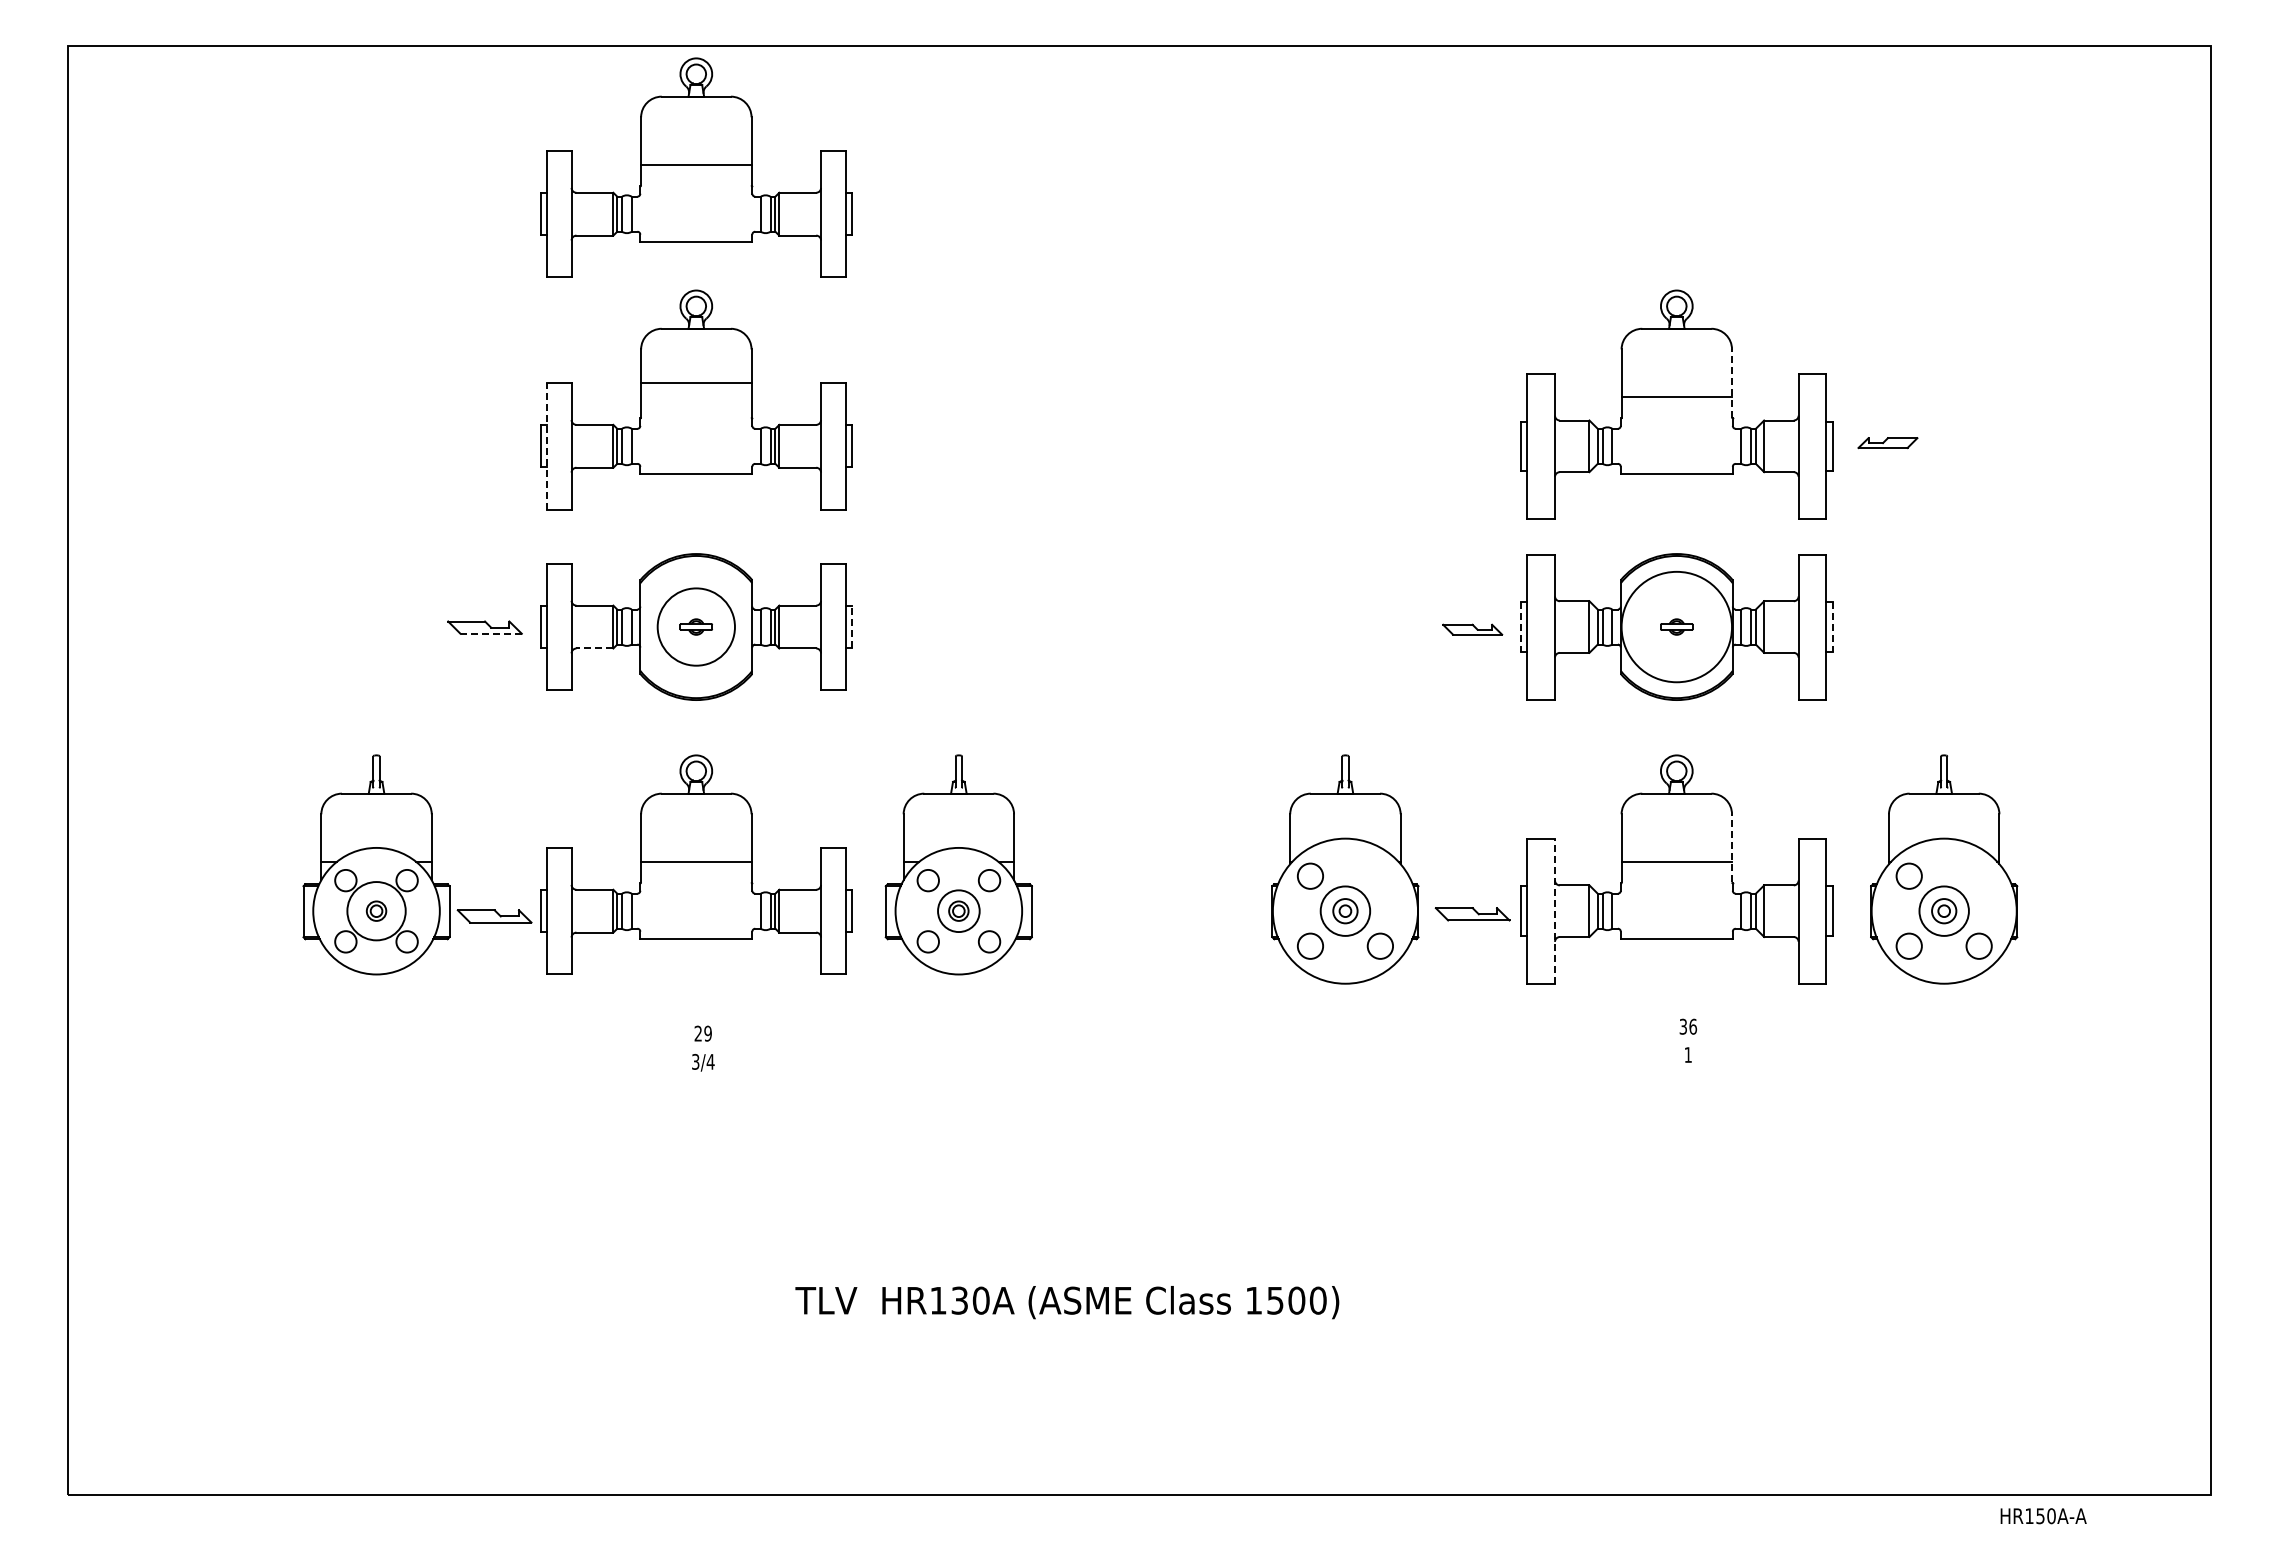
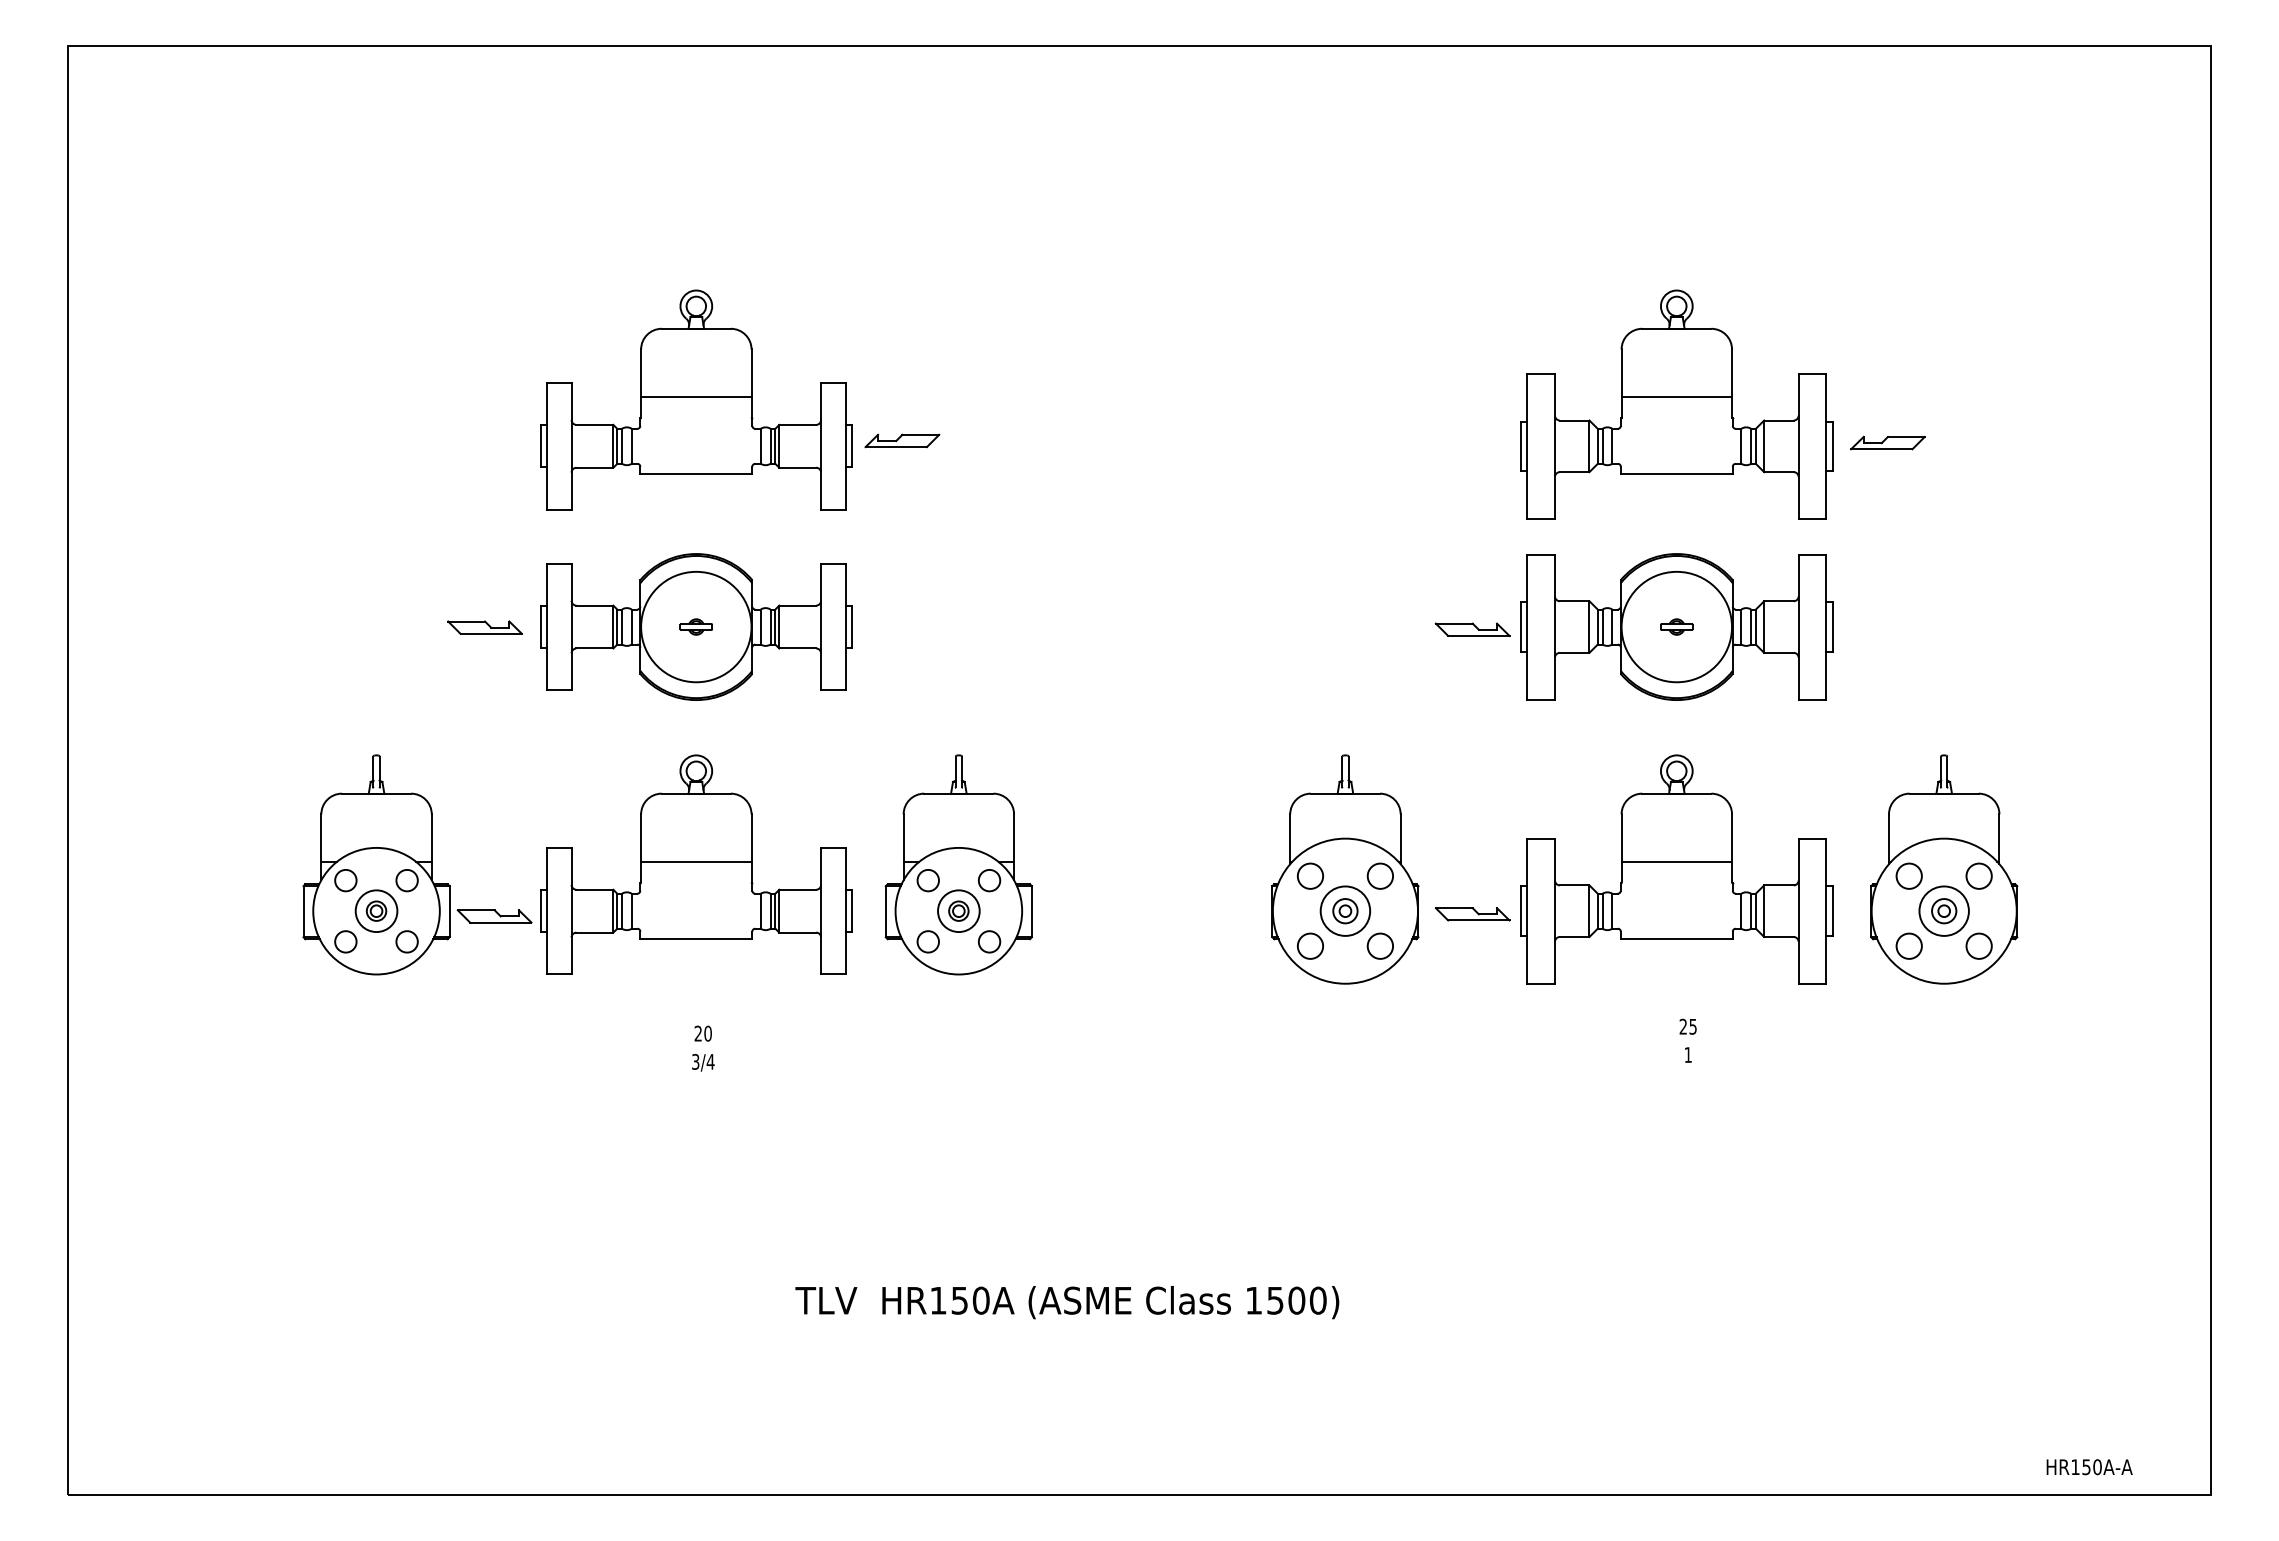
part at (696, 167): present -> none
line at (696, 382) position: (696, 382) -> (696, 396)
line at (1732, 382): dashed -> solid
part at (902, 440): none -> present
part at (1887, 443) size: 62x13 px -> 76x16 px
line at (546, 445): dashed -> solid
circle at (695, 626) diameter: 77 px -> 110 px
line at (852, 627): dashed -> solid
line at (1521, 627): dashed -> solid
line at (1832, 627): dashed -> solid
part at (1472, 629) size: 62x13 px -> 77x15 px
line at (491, 633): dashed -> solid
line at (594, 648): dashed -> solid
line at (1732, 847): dashed -> solid
circle at (1379, 875): none -> present
circle at (1978, 875): none -> present
circle at (376, 911) diameter: 58 px -> 42 px
line at (1555, 911): dashed -> solid
text at (1688, 1026): 36 -> 25
text at (707, 1033): 29 -> 20
text at (959, 1300): HR130A -> HR150A
text at (2043, 1516) position: (2043, 1516) -> (2089, 1467)
